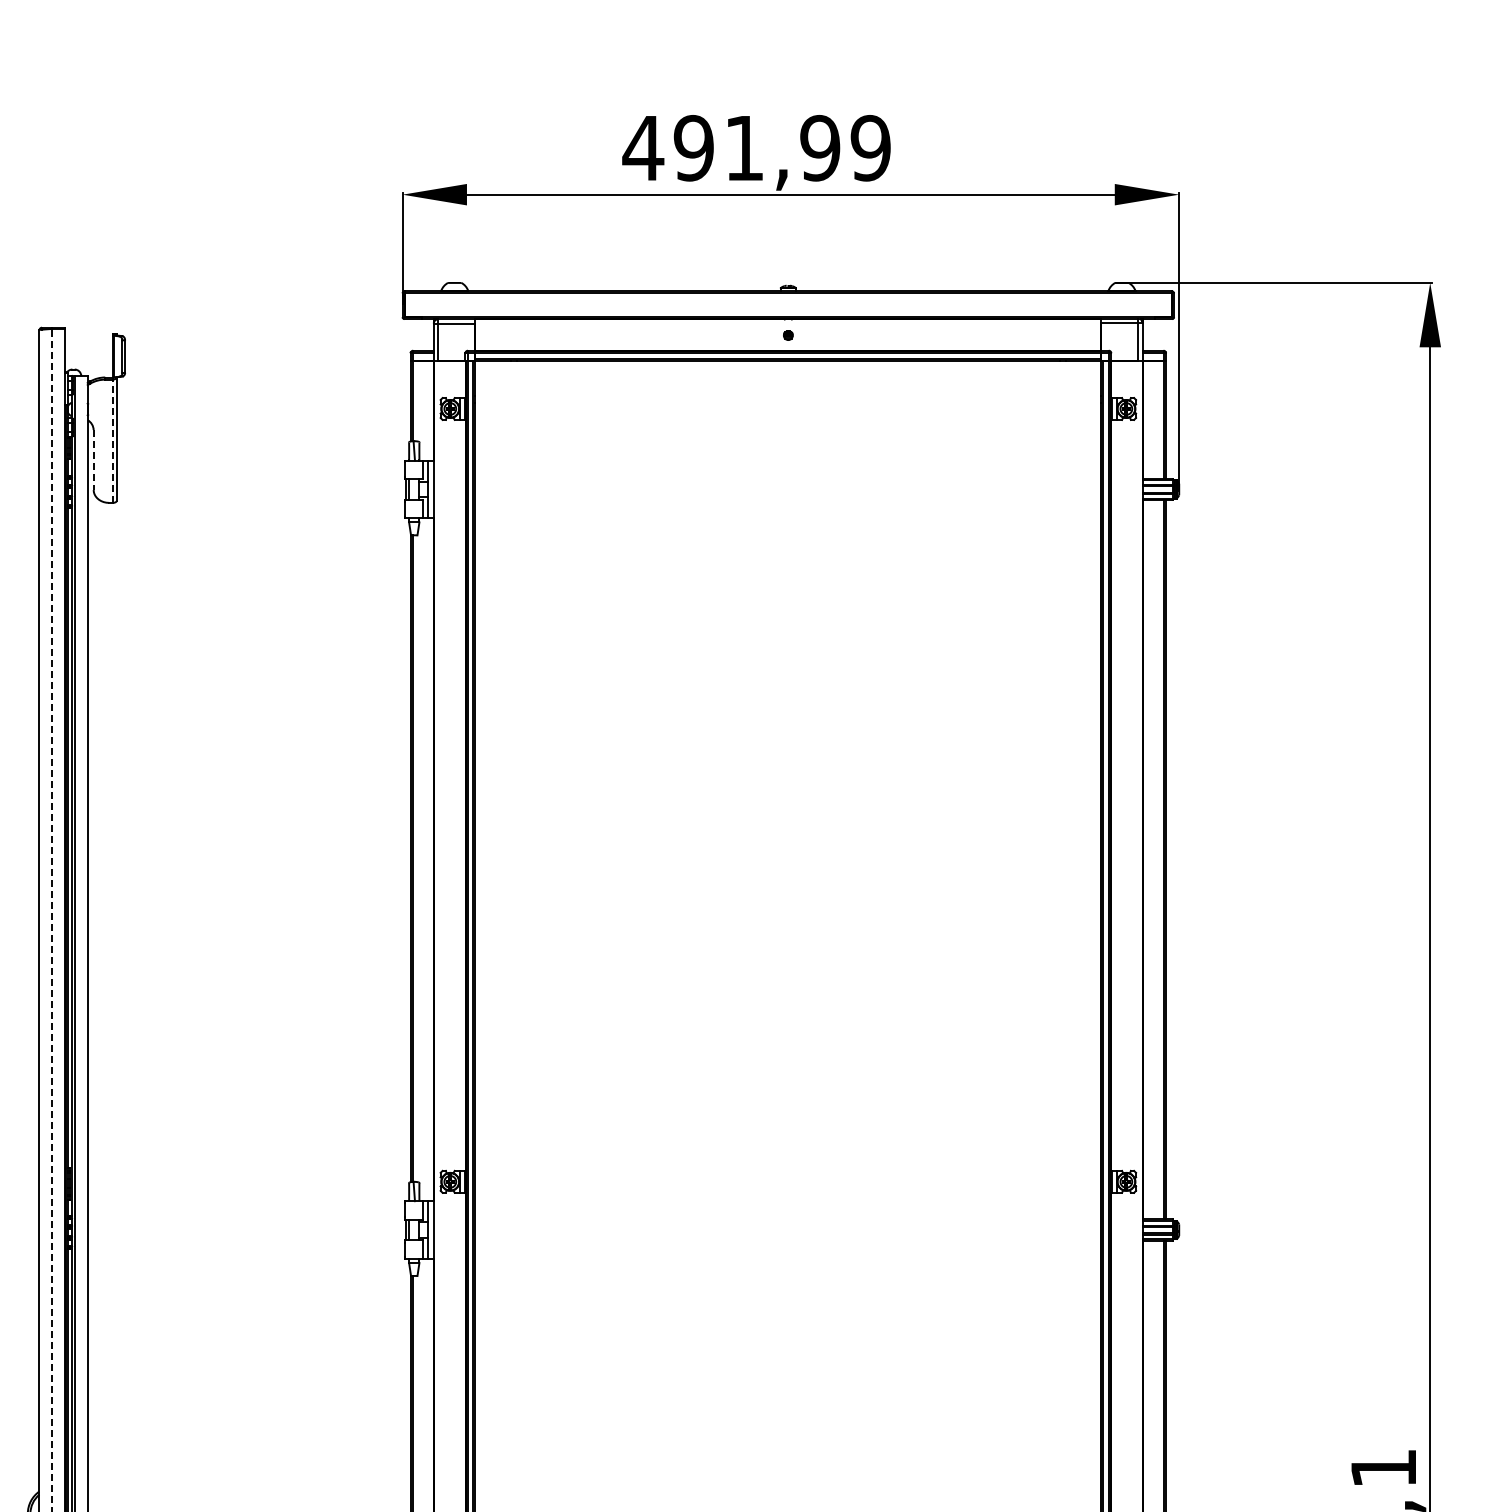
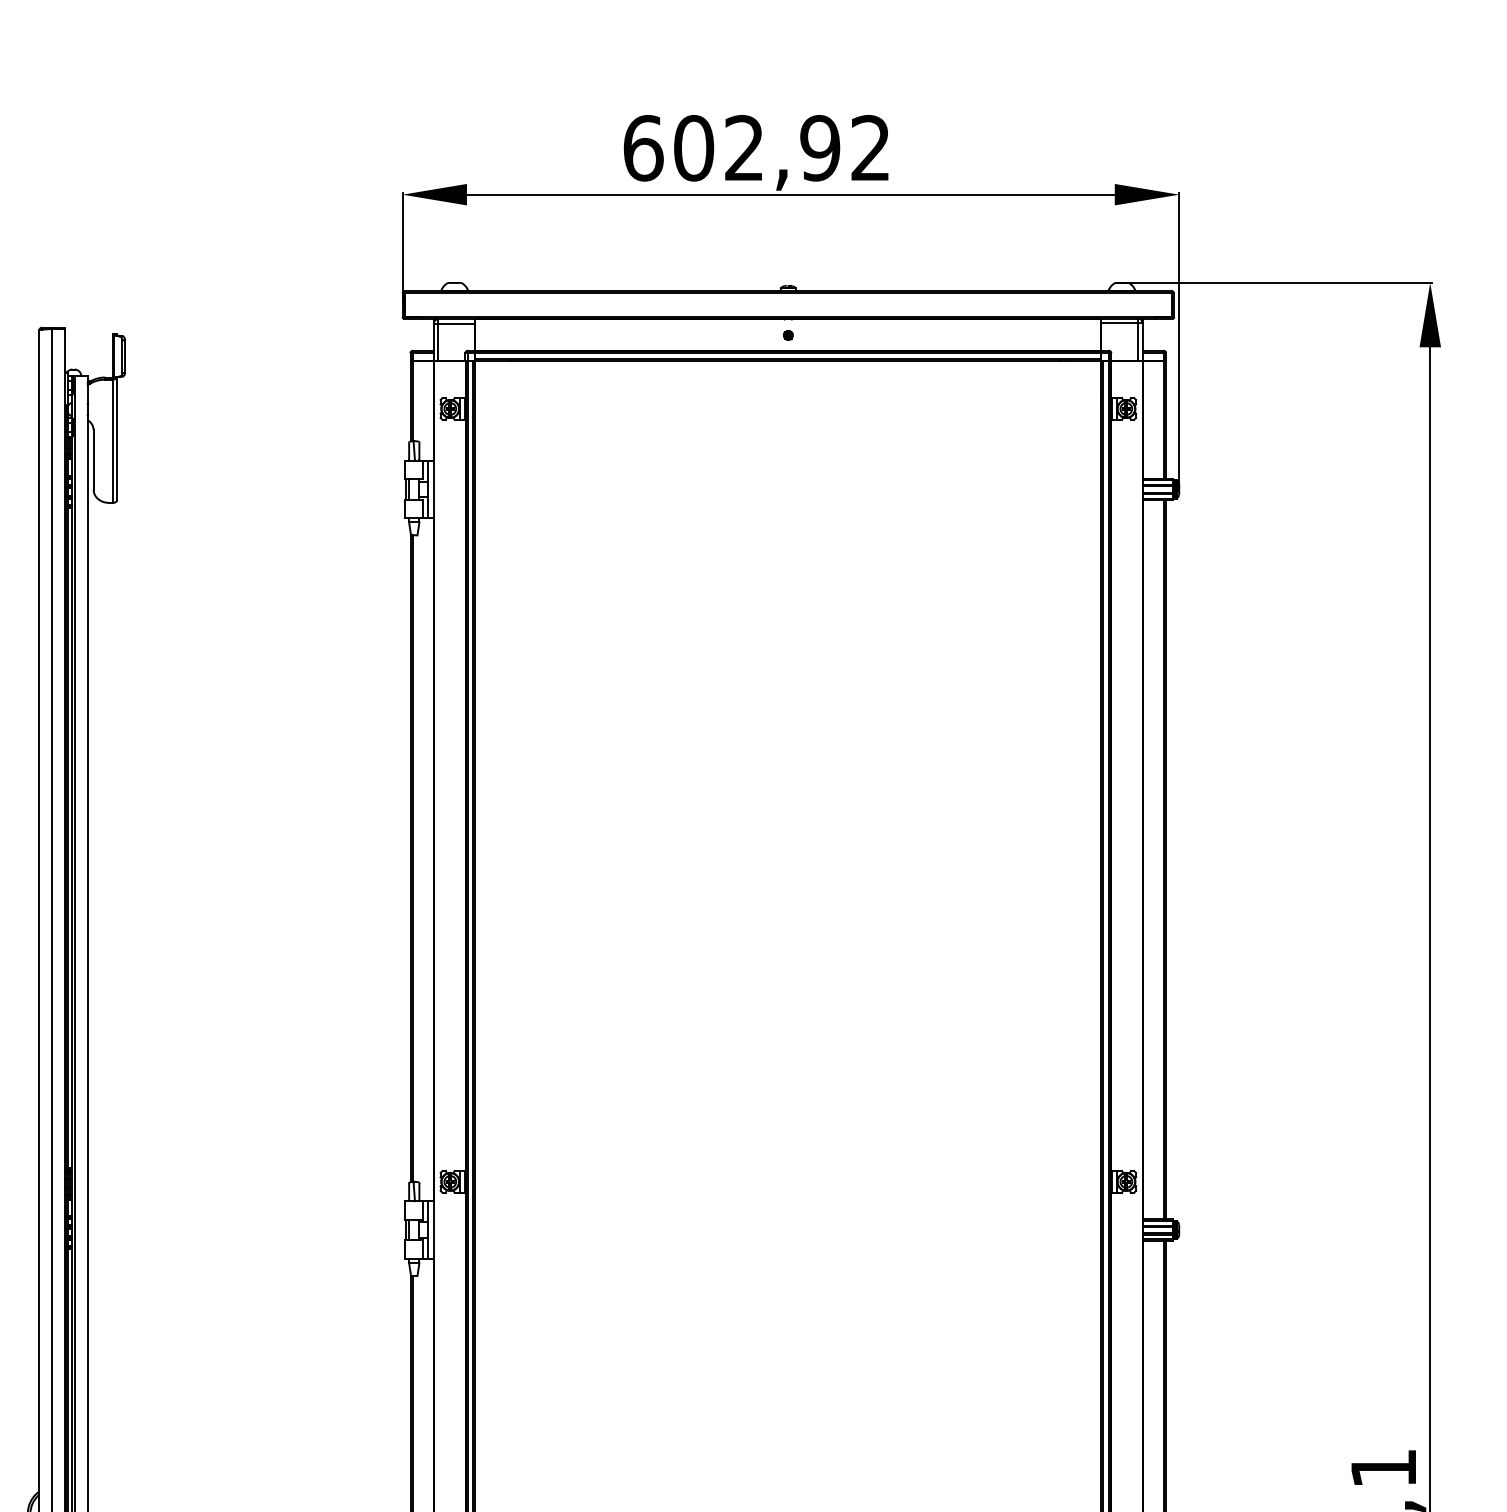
text at (756, 148): 491,99 -> 602,92
line at (112, 441): dashed -> solid
line at (93, 460): dashed -> solid
line at (51, 919): dashed -> solid
